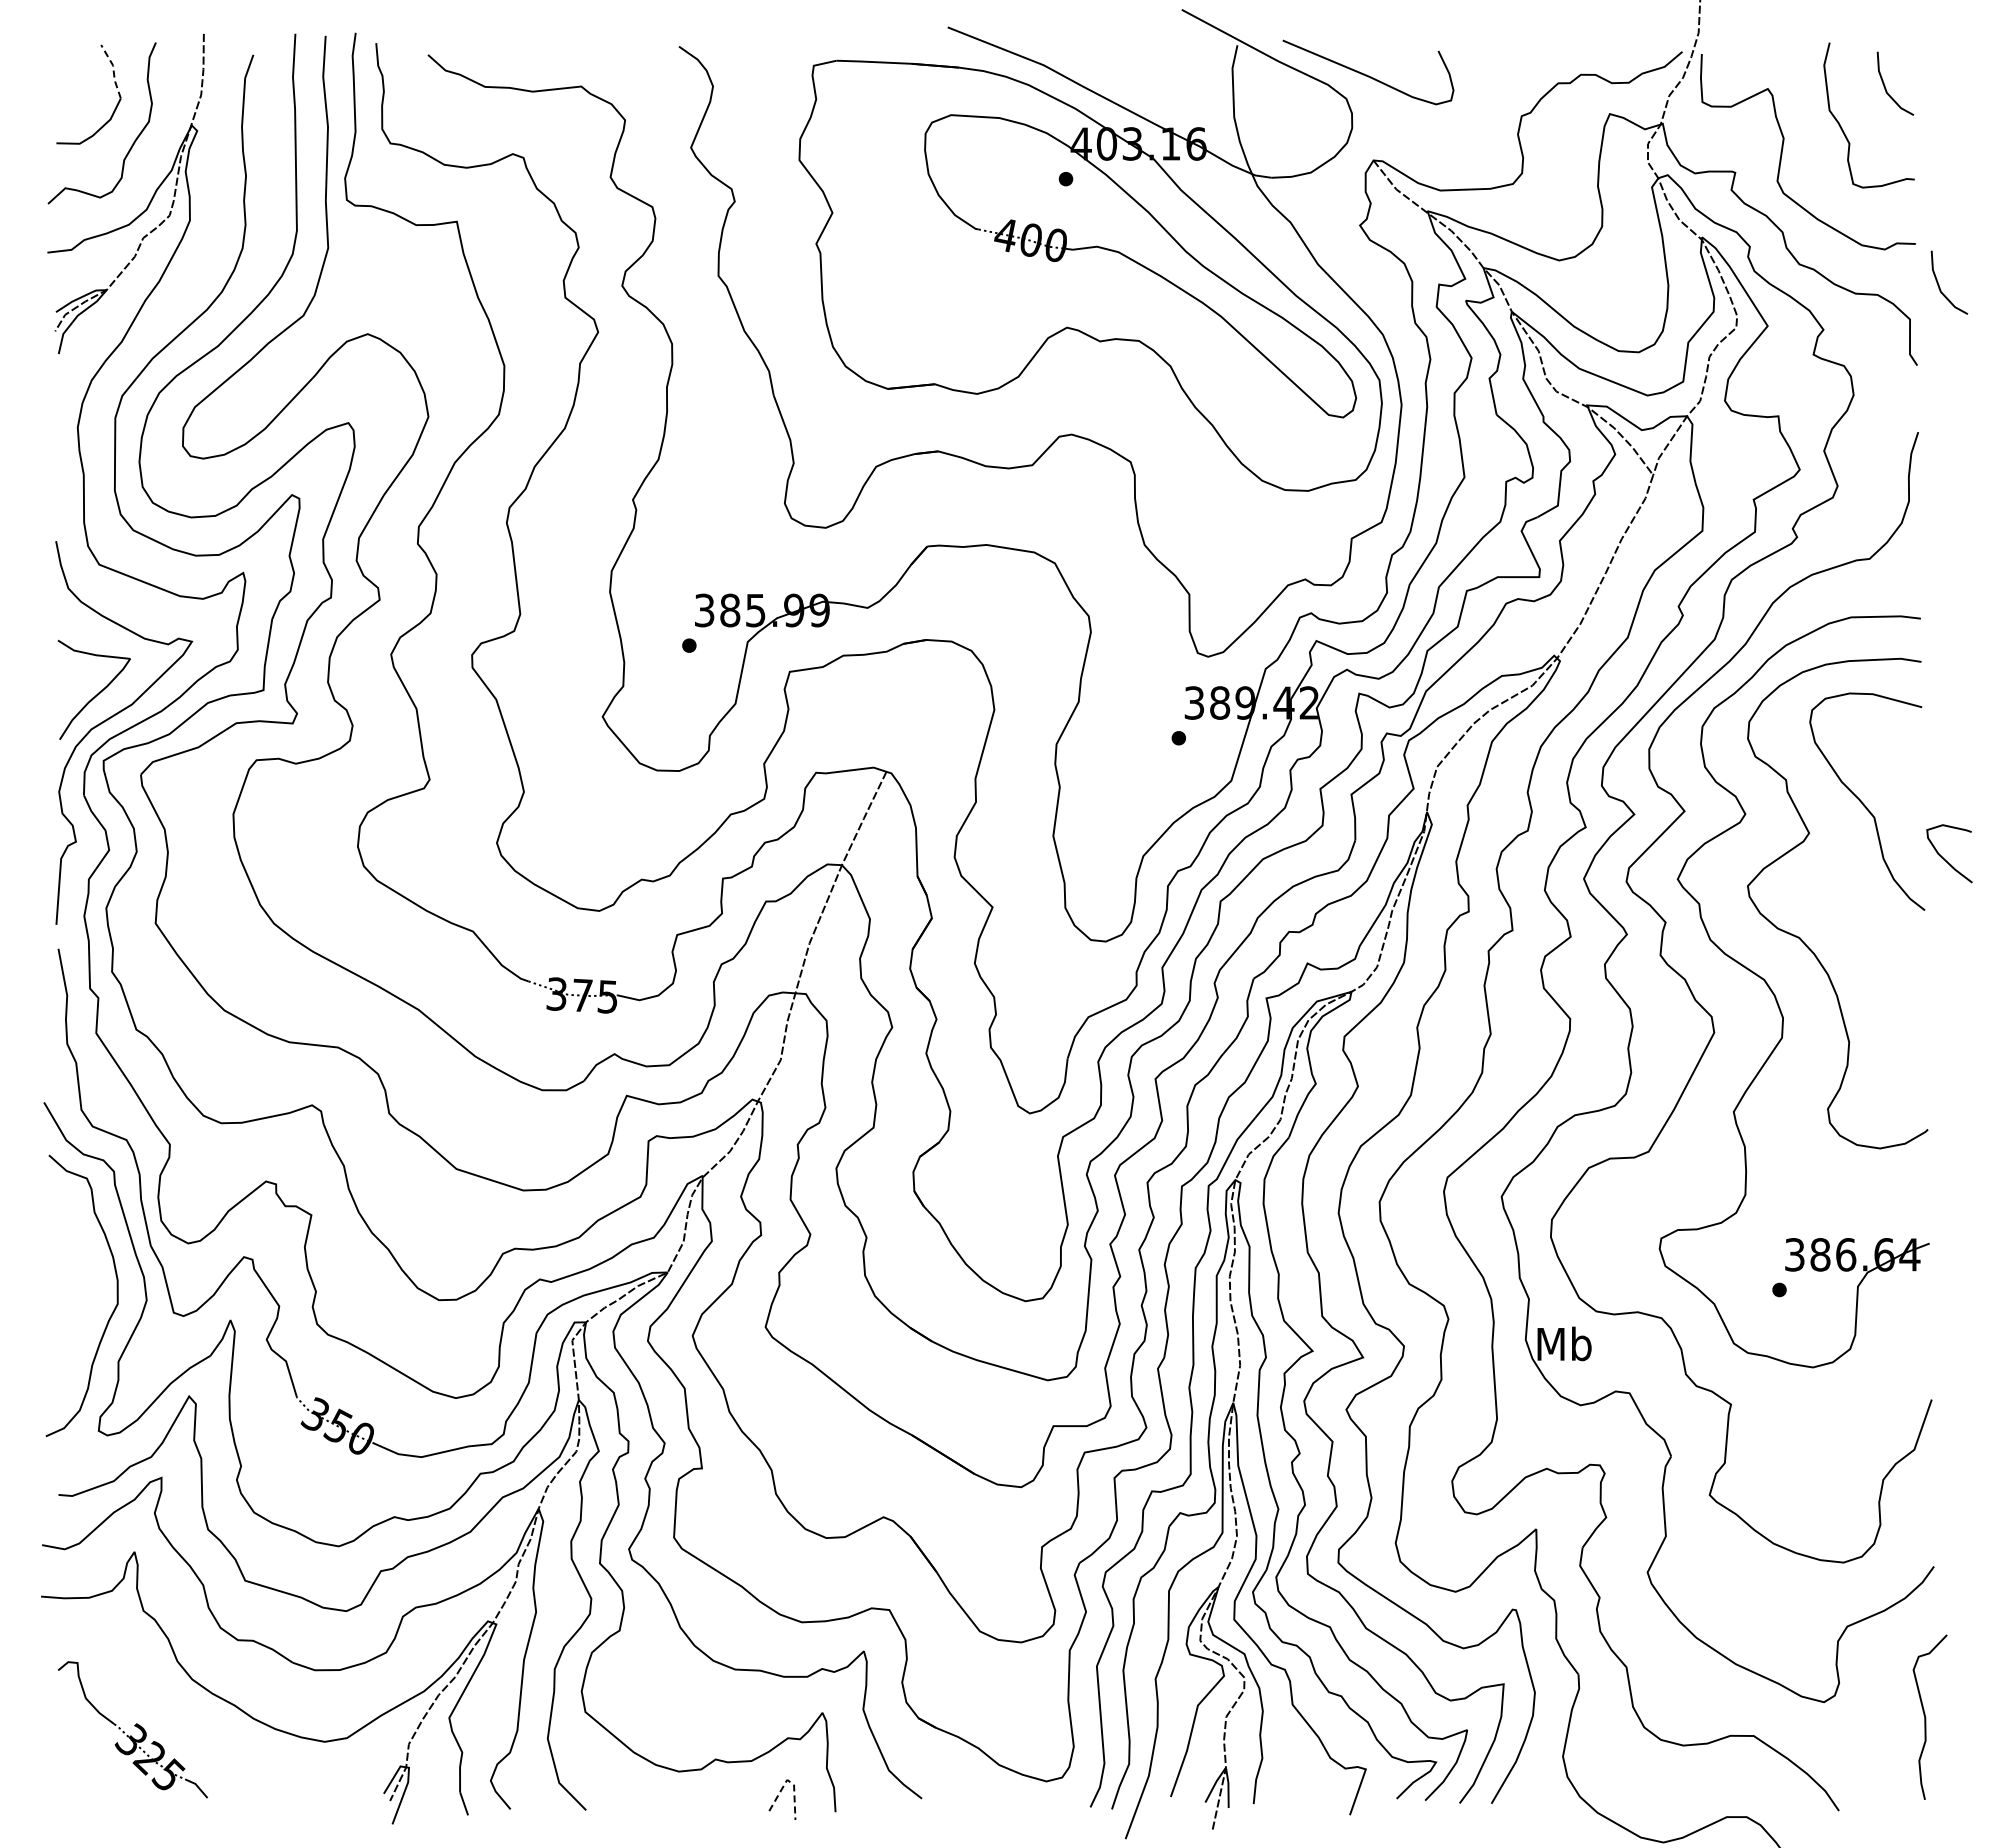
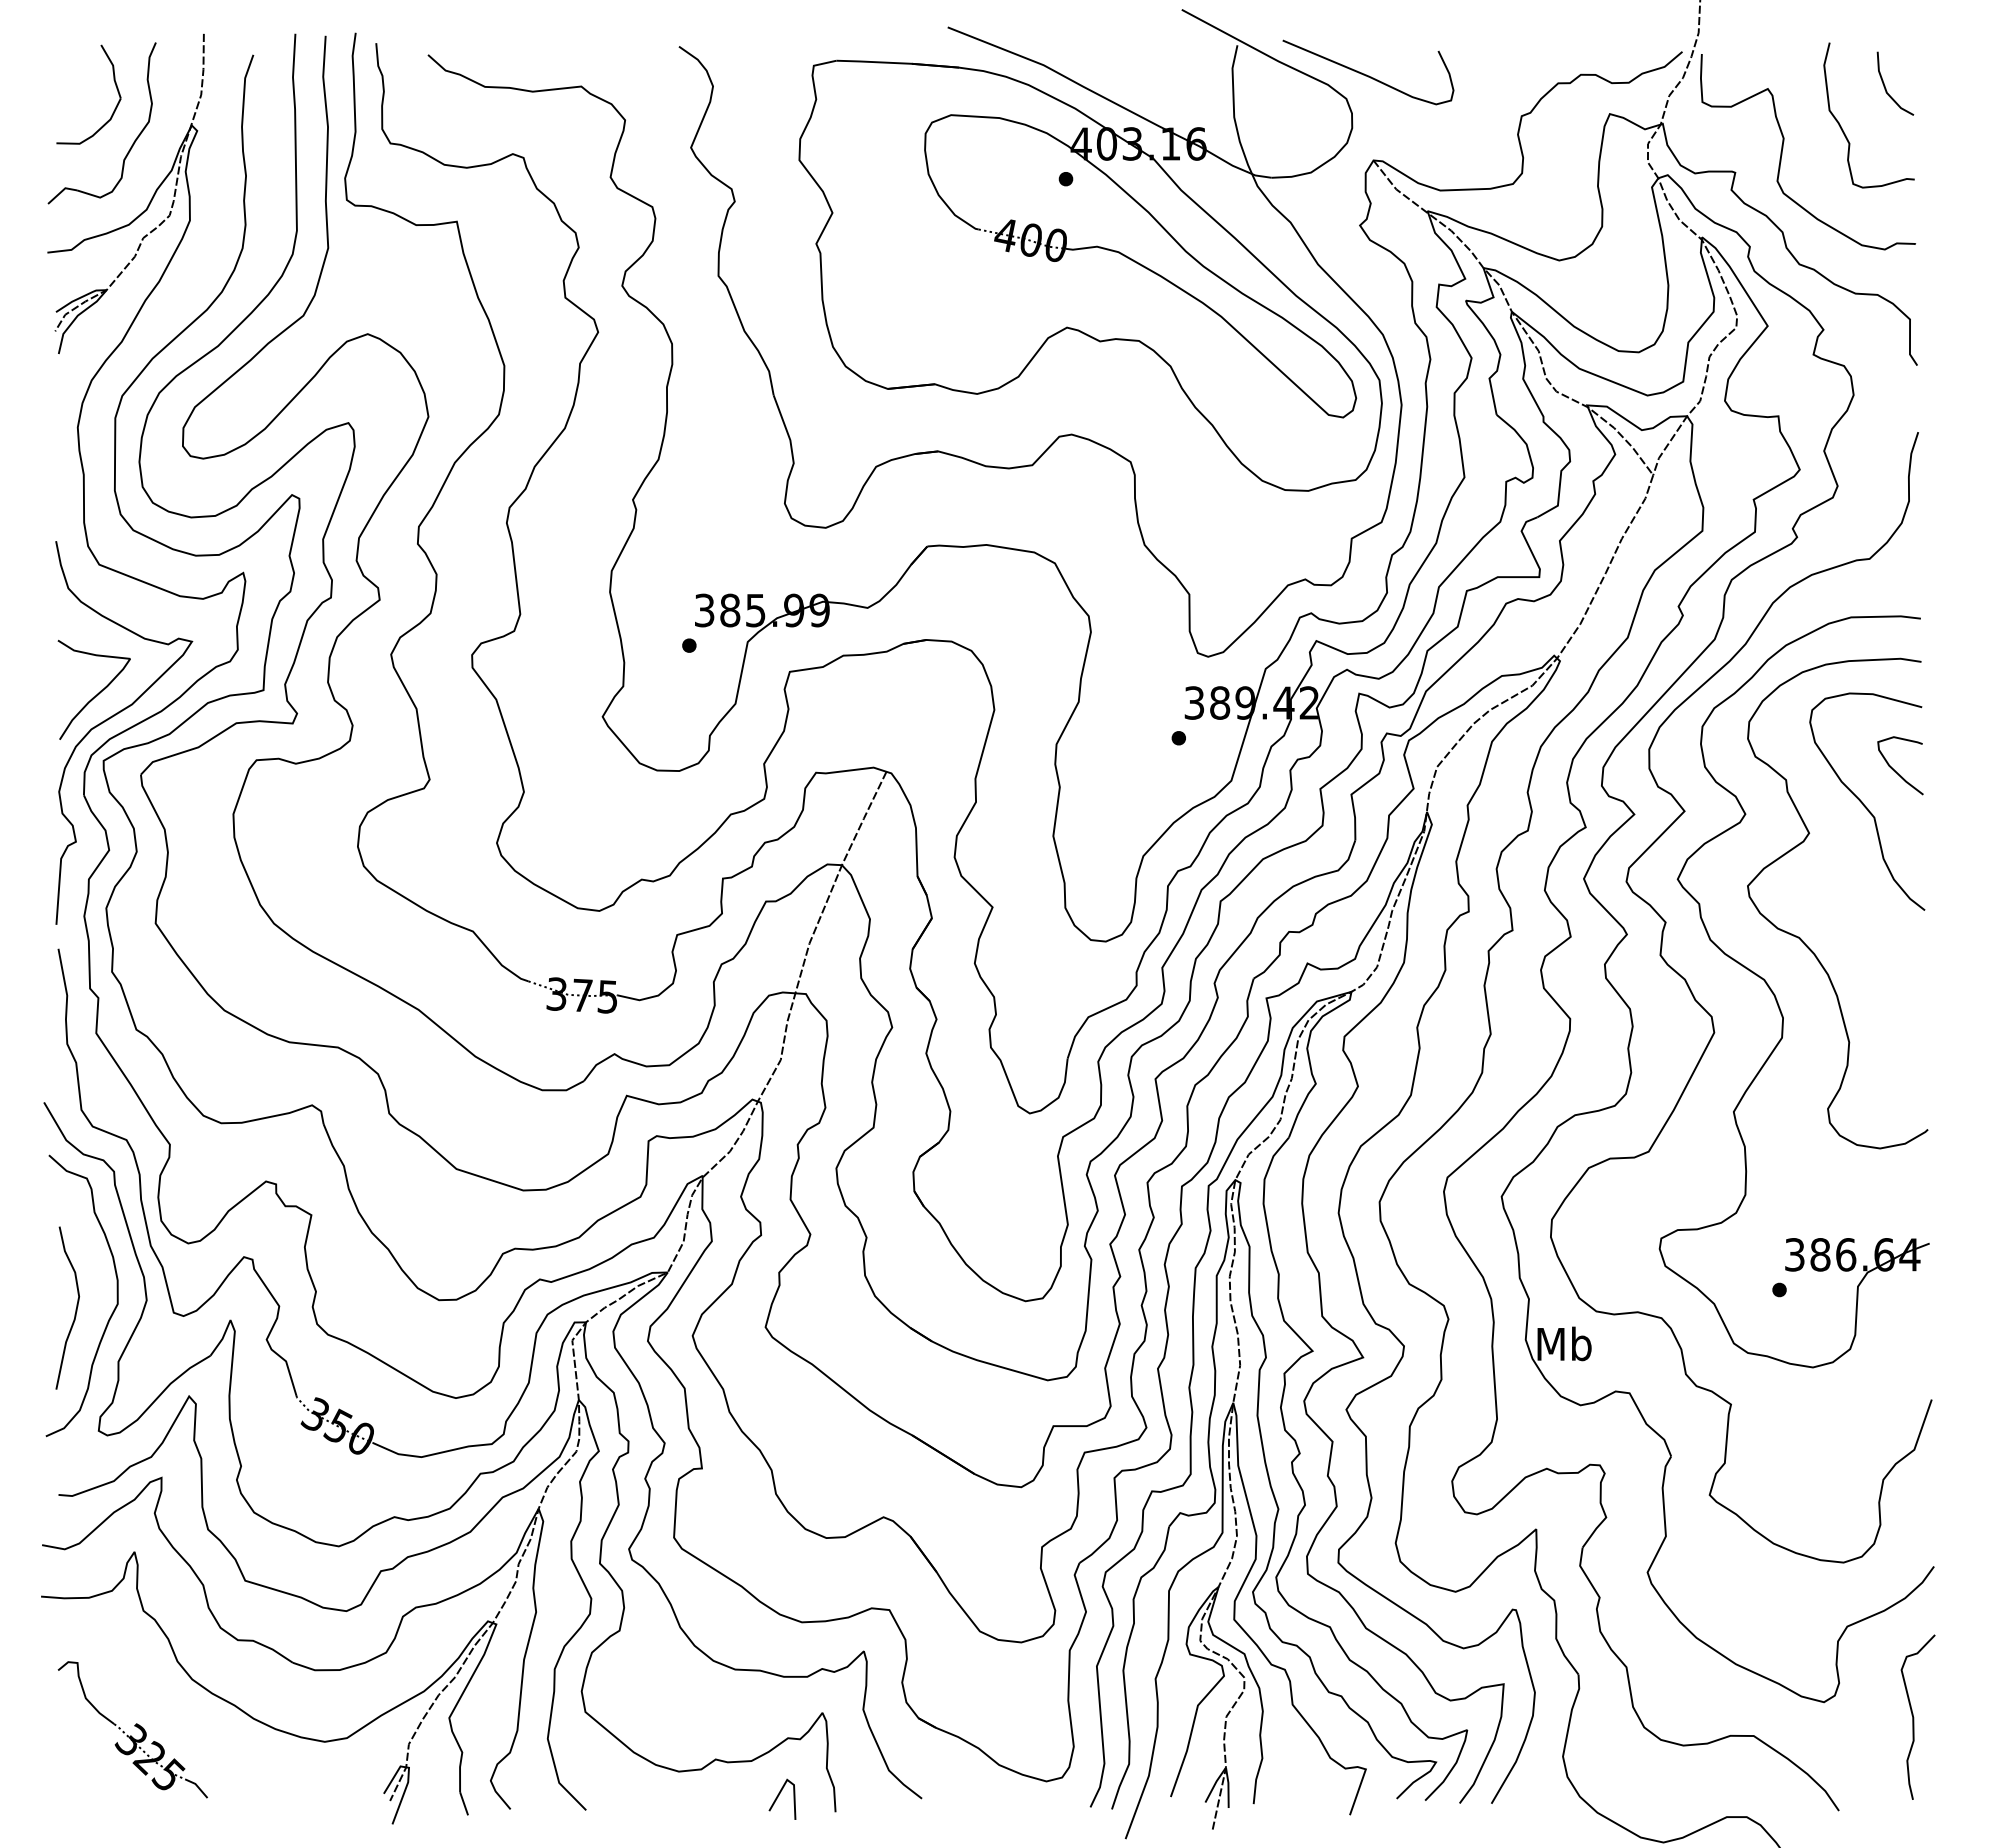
line at (113, 70): dashed -> solid
line at (1939, 284): present -> none
curve at (1944, 858) position: (1944, 858) -> (1895, 770)
curve at (75, 1309): none -> present
curve at (1926, 1717) position: (1926, 1717) -> (1914, 1717)
line at (790, 1782): dashed -> solid
